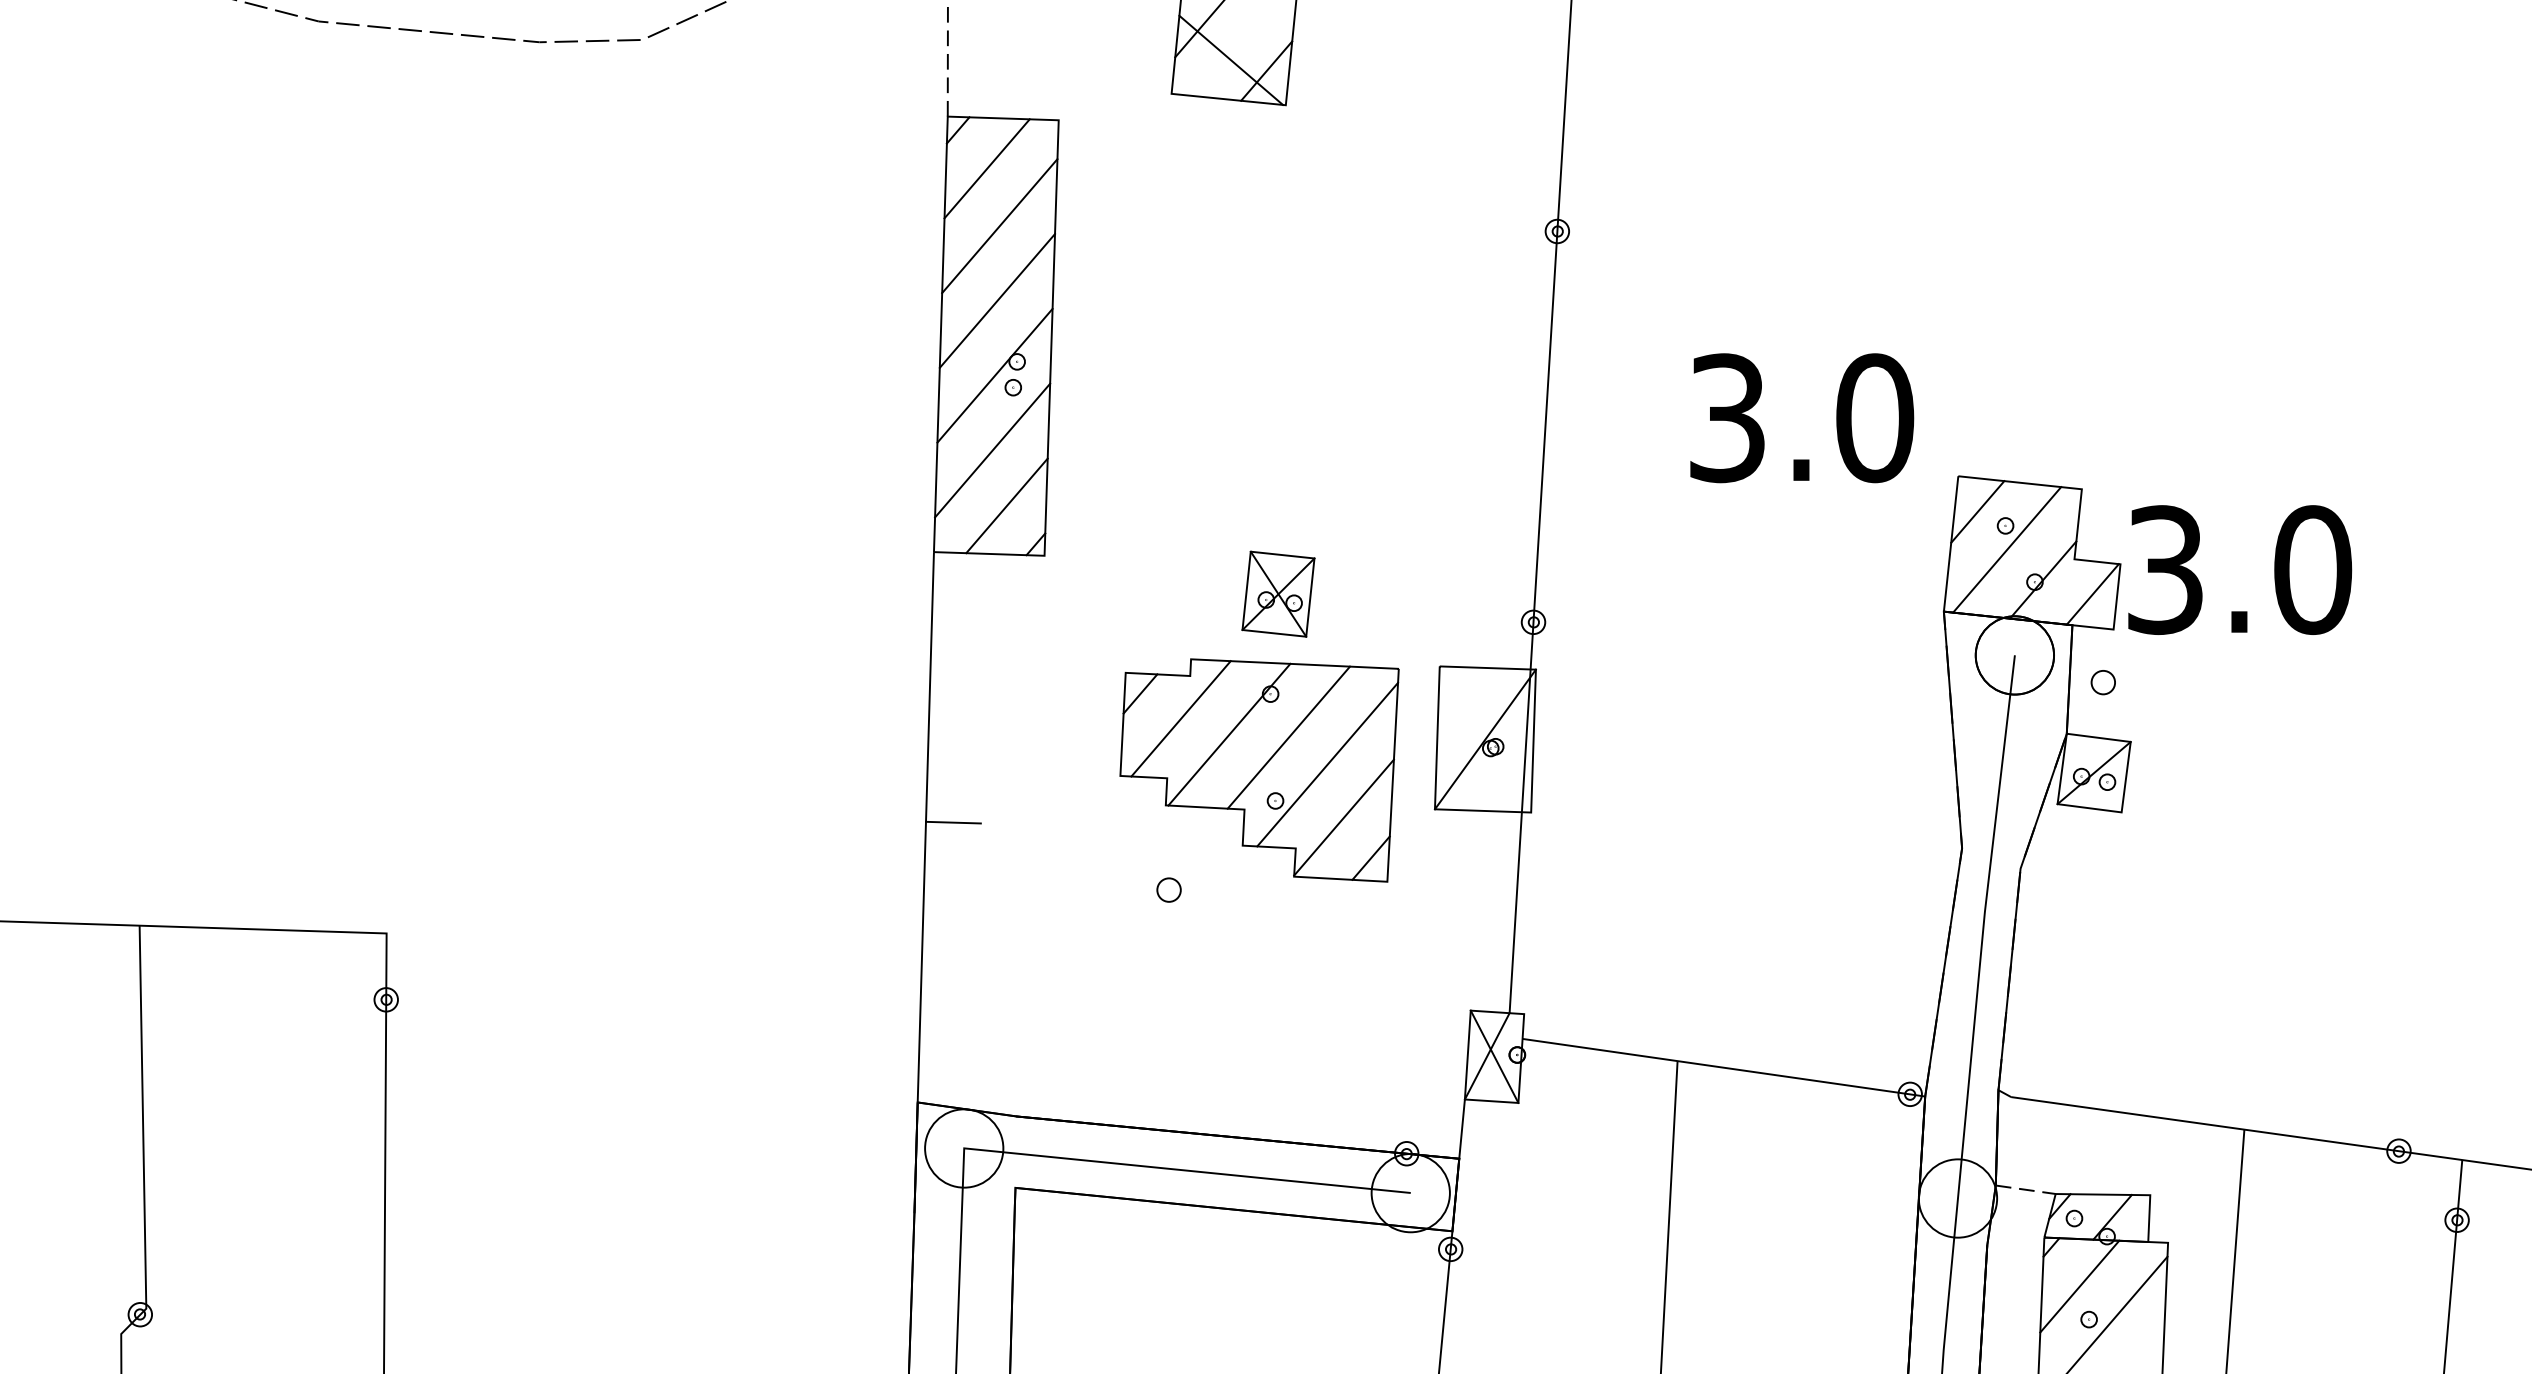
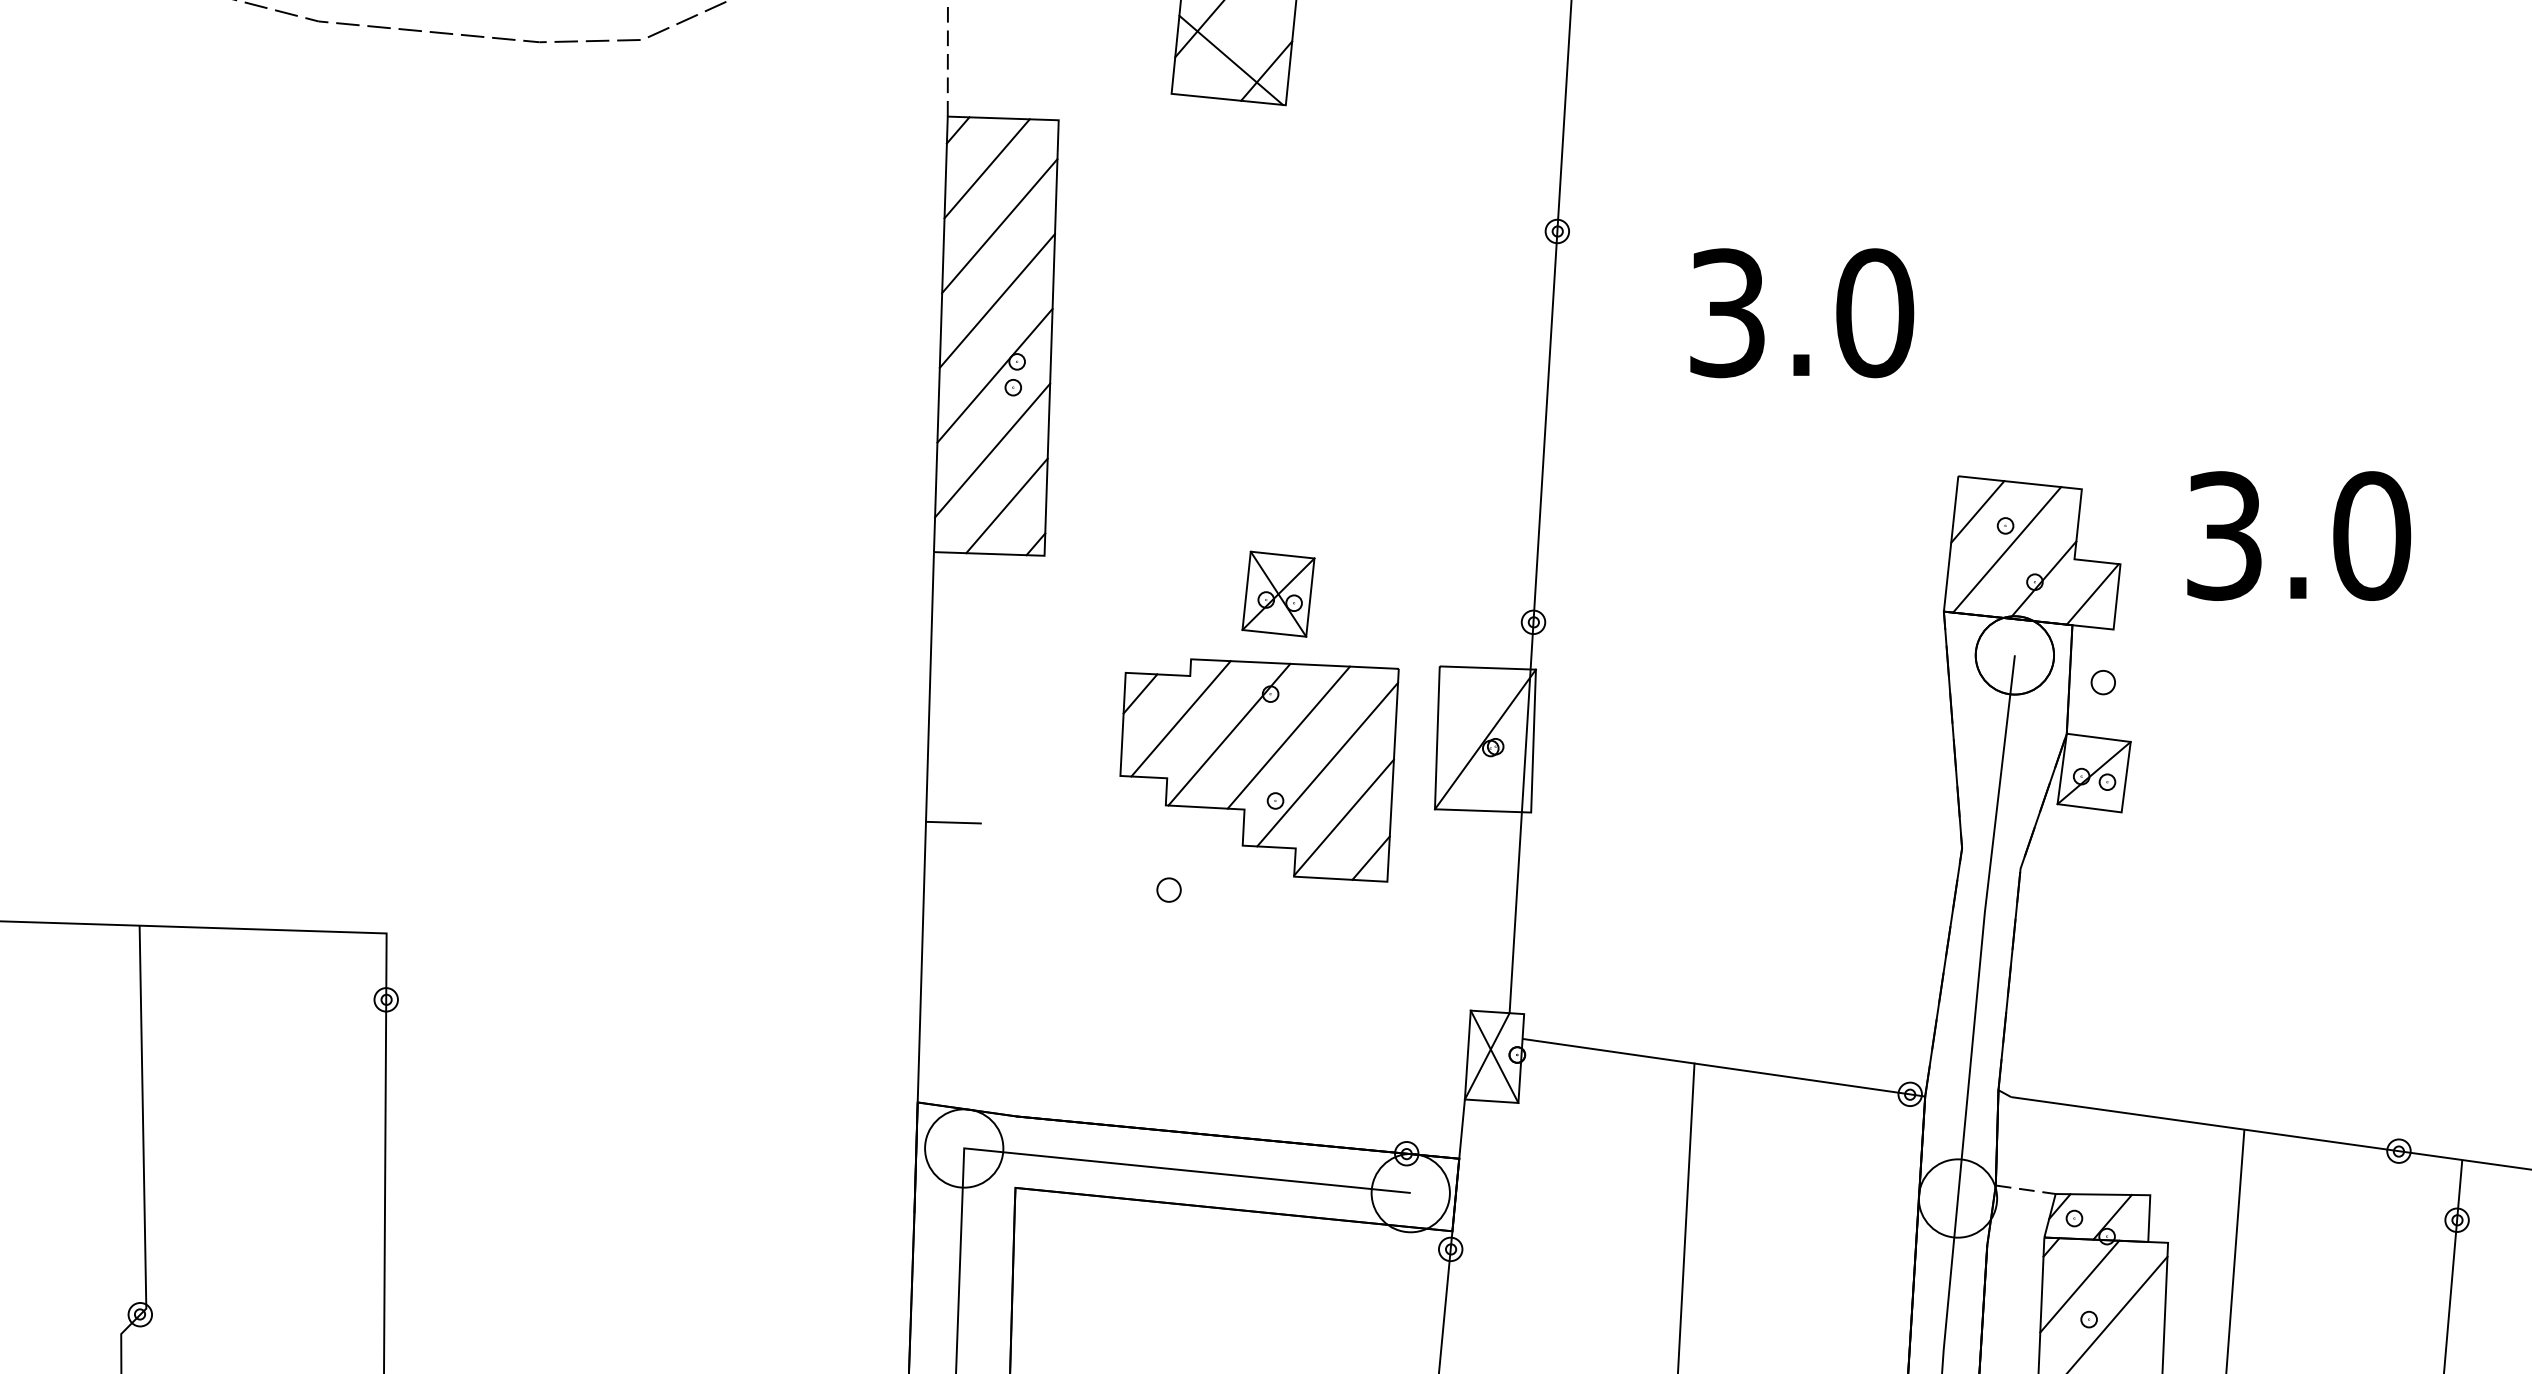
text at (1802, 418) position: (1802, 418) -> (1802, 313)
text at (2240, 569) position: (2240, 569) -> (2299, 535)
line at (1669, 1216) position: (1669, 1216) -> (1686, 1216)
